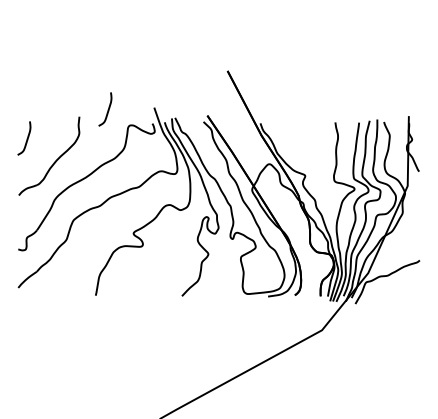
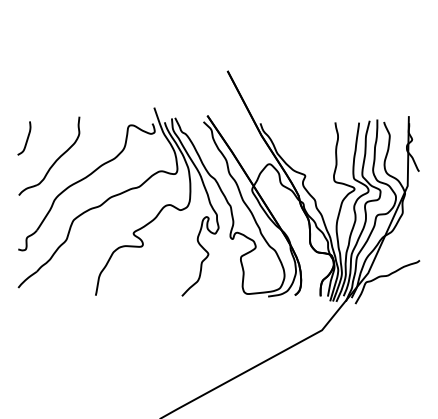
curve at (107, 109): present -> none
